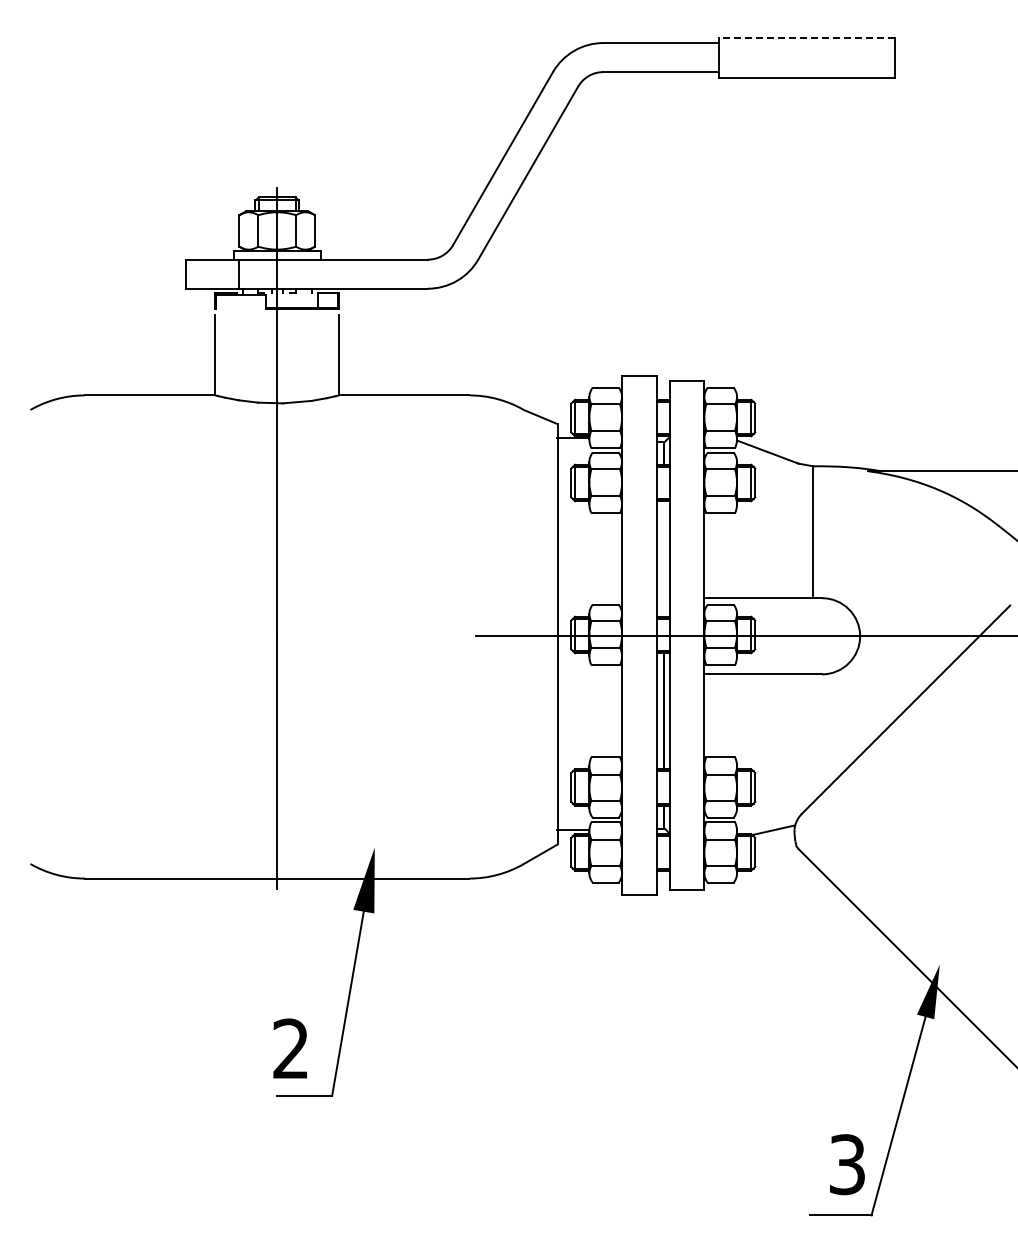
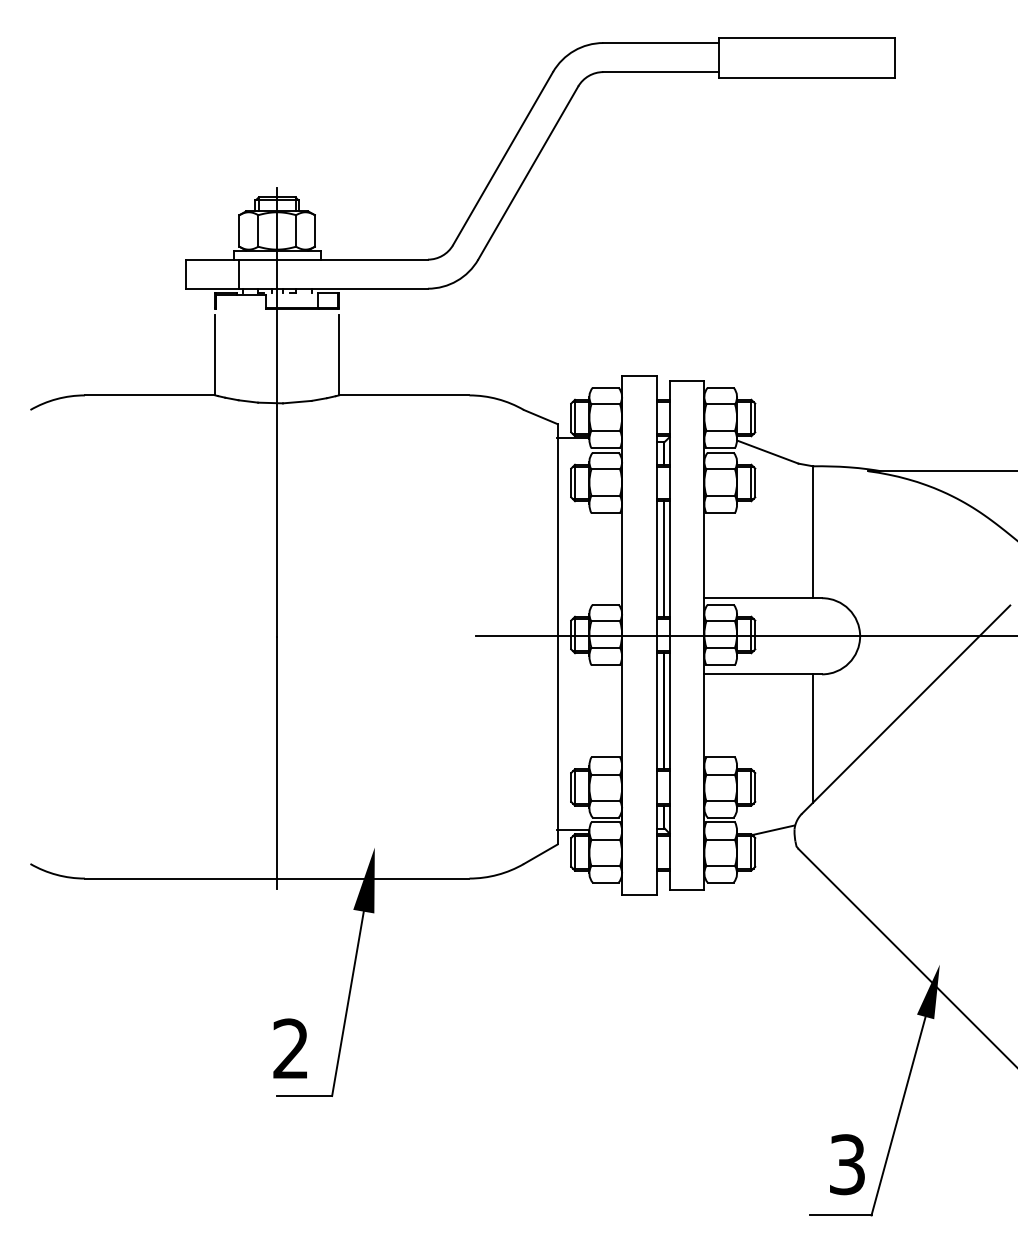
line at (806, 37): dashed -> solid
line at (664, 558): none -> present
line at (813, 738): none -> present
